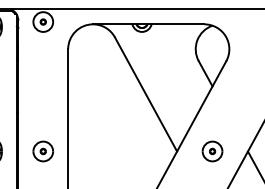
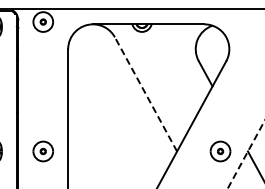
line at (146, 94): solid -> dashed
part at (212, 151) position: (212, 151) -> (220, 151)
line at (246, 154): solid -> dashed
